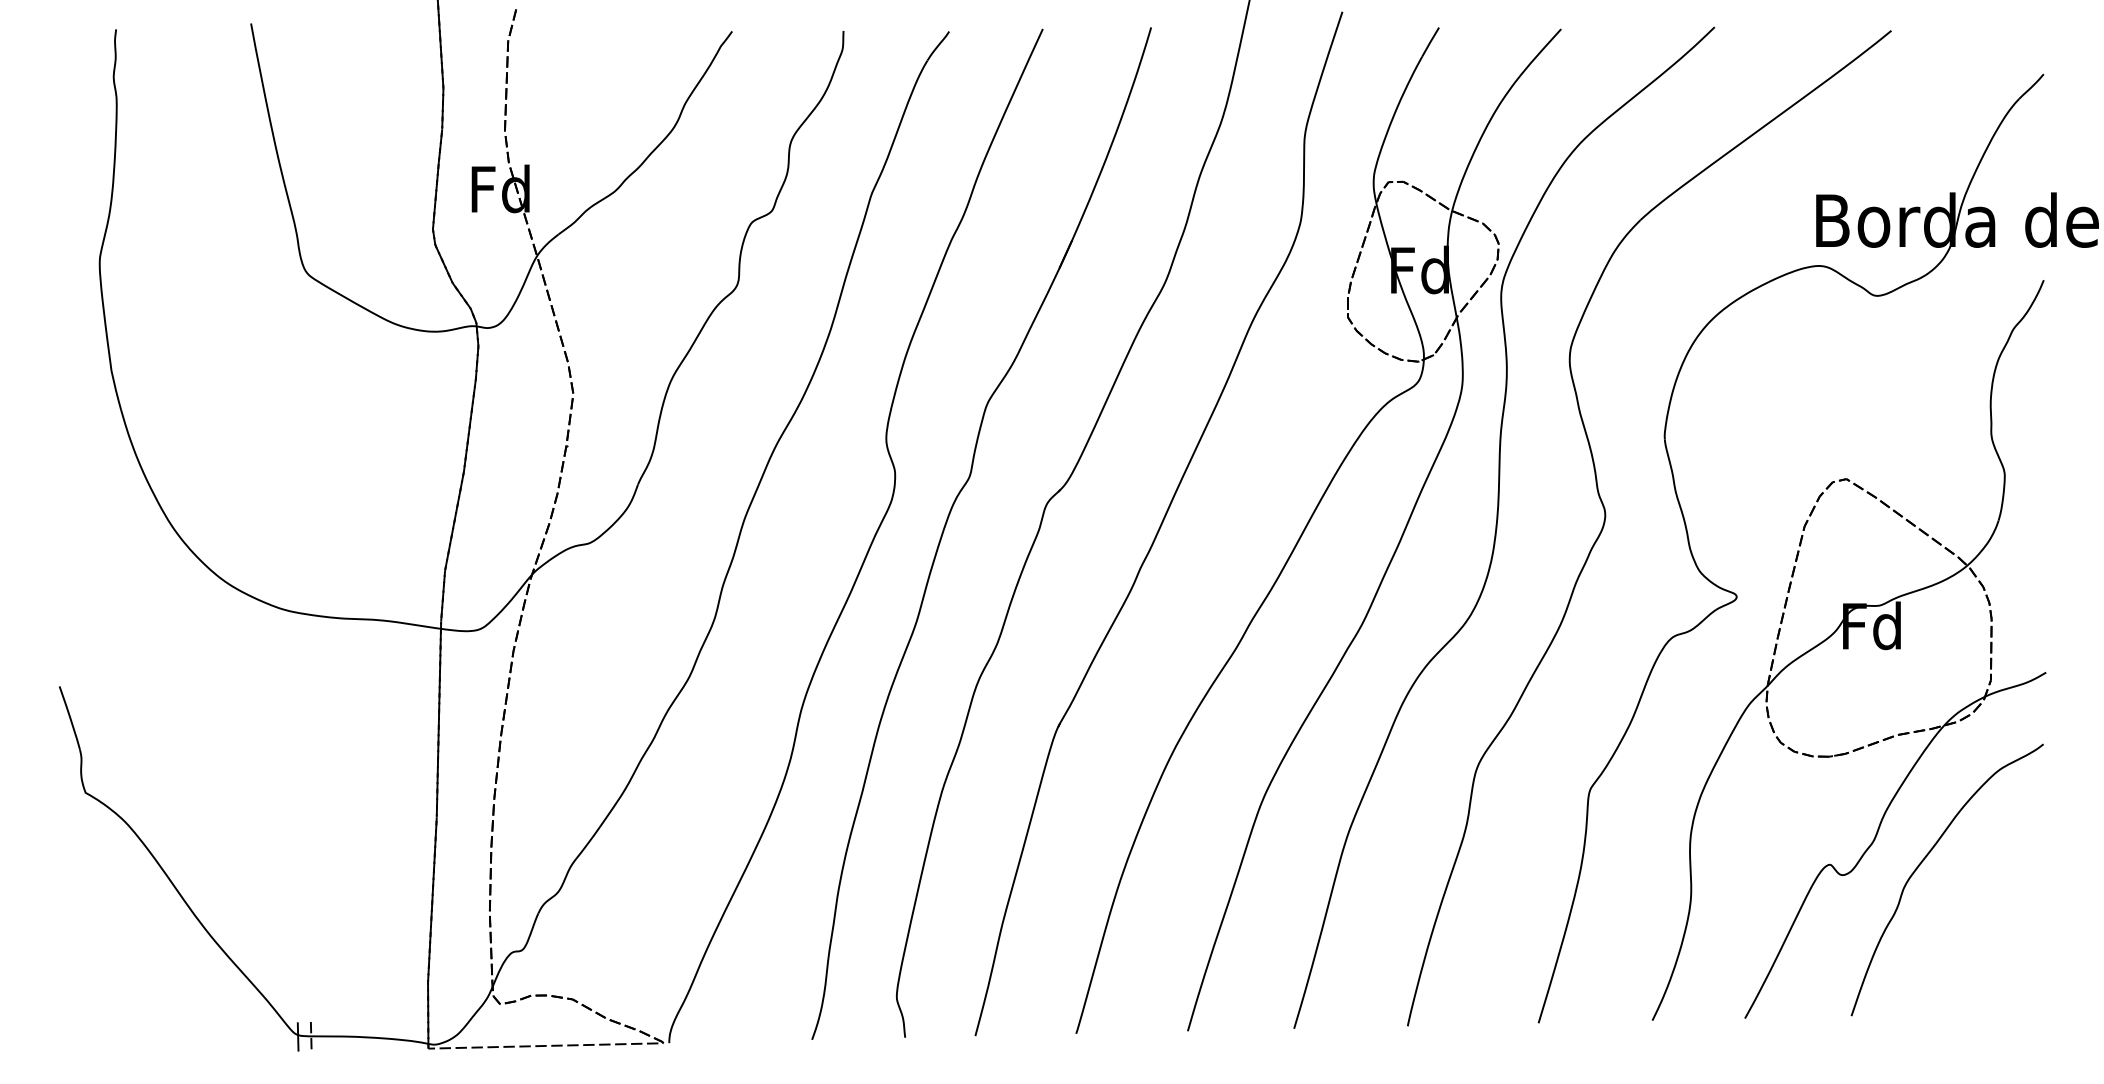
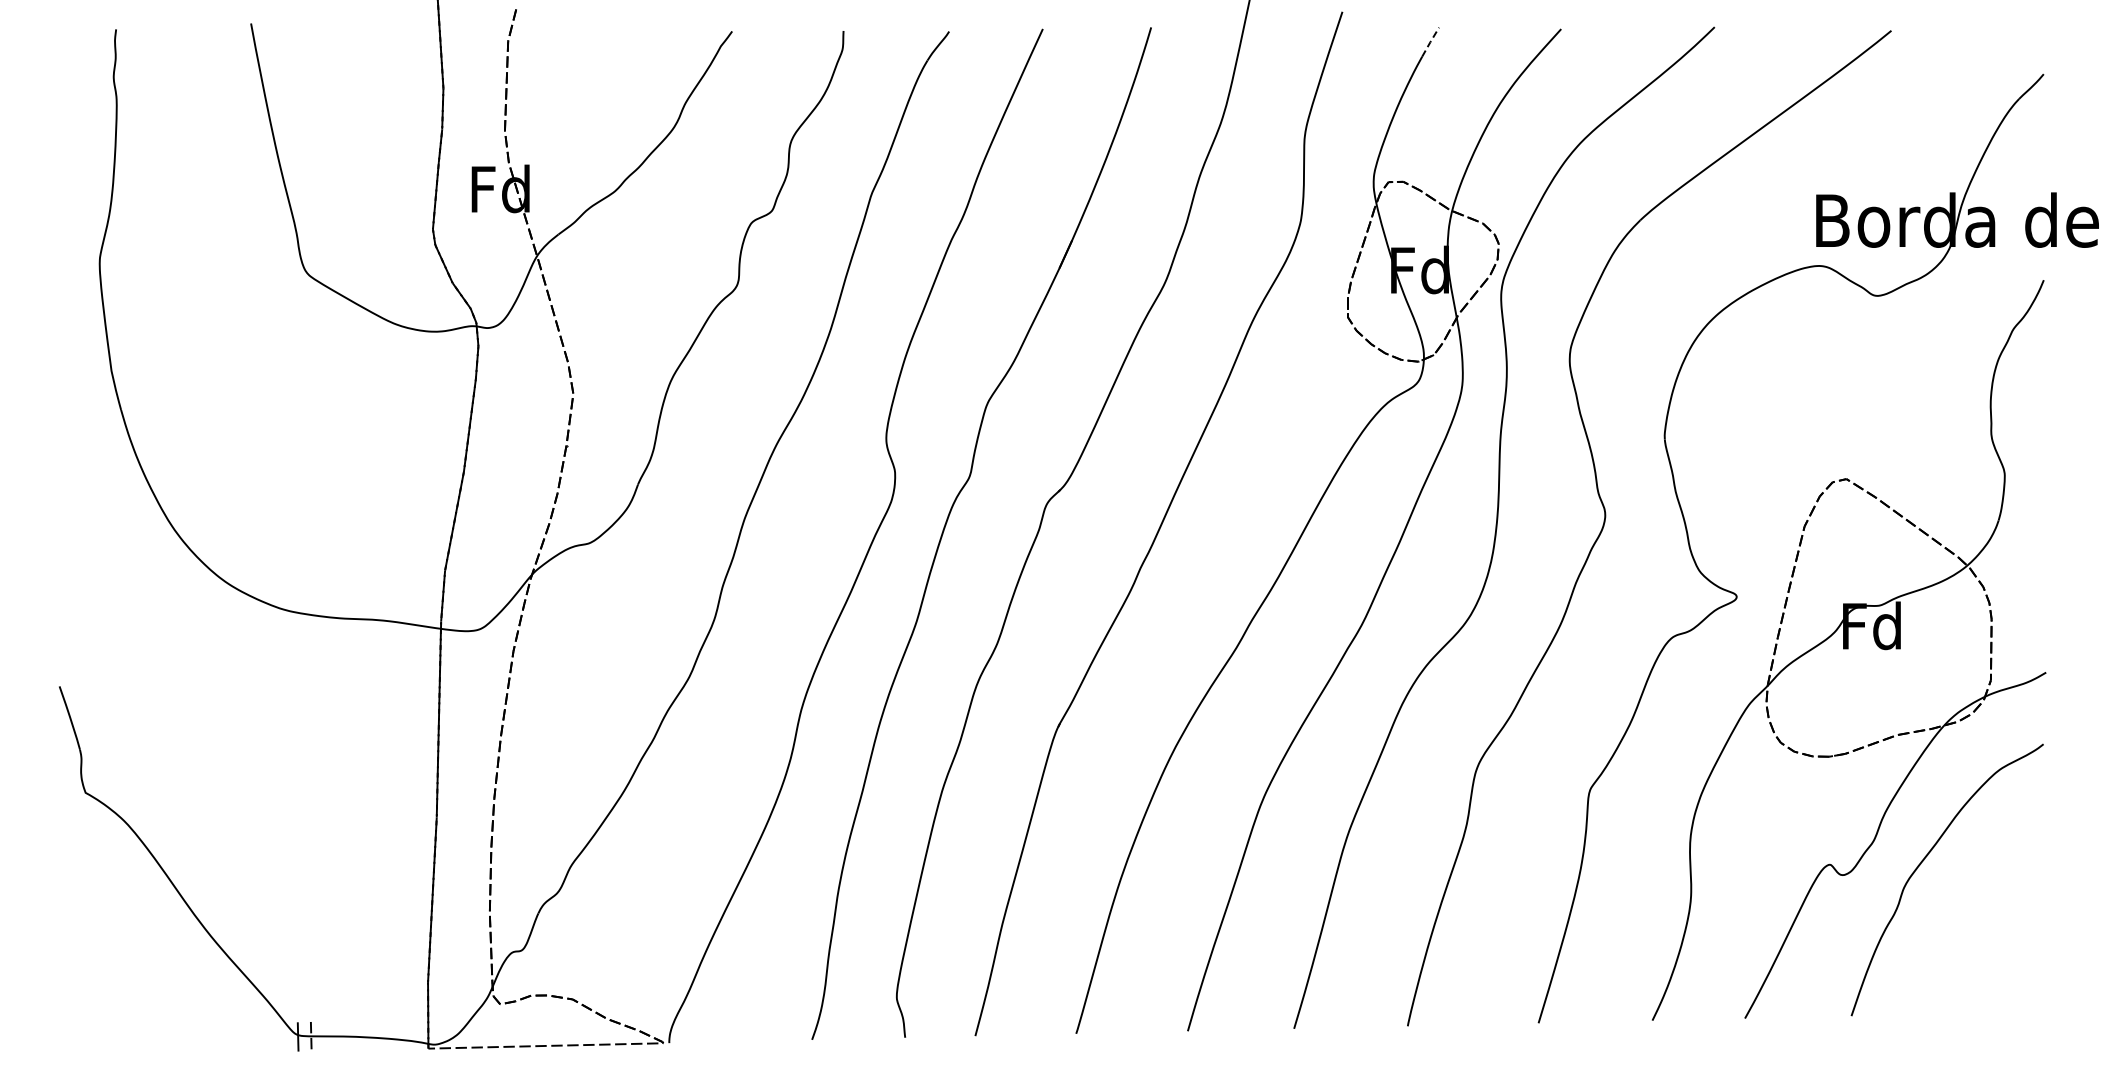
line at (1430, 42): solid -> dashed
